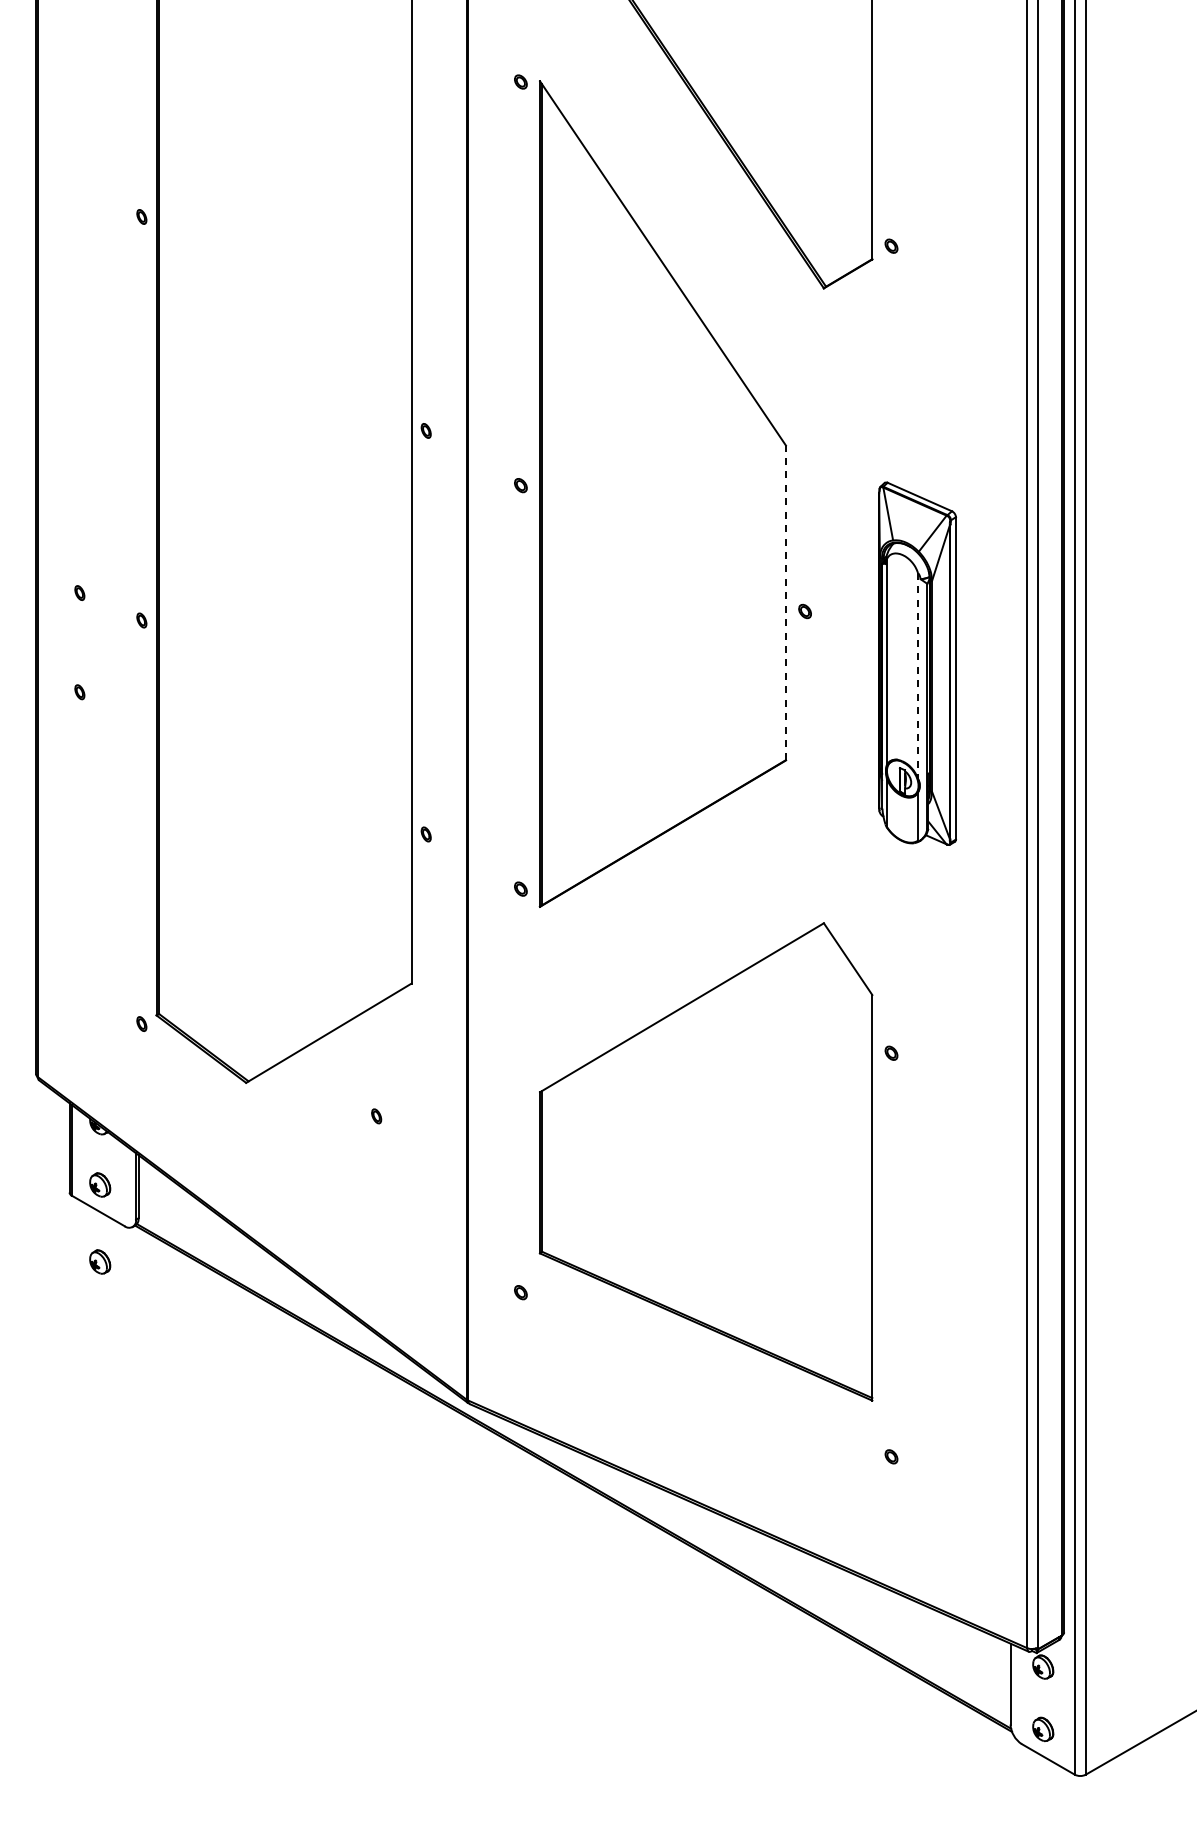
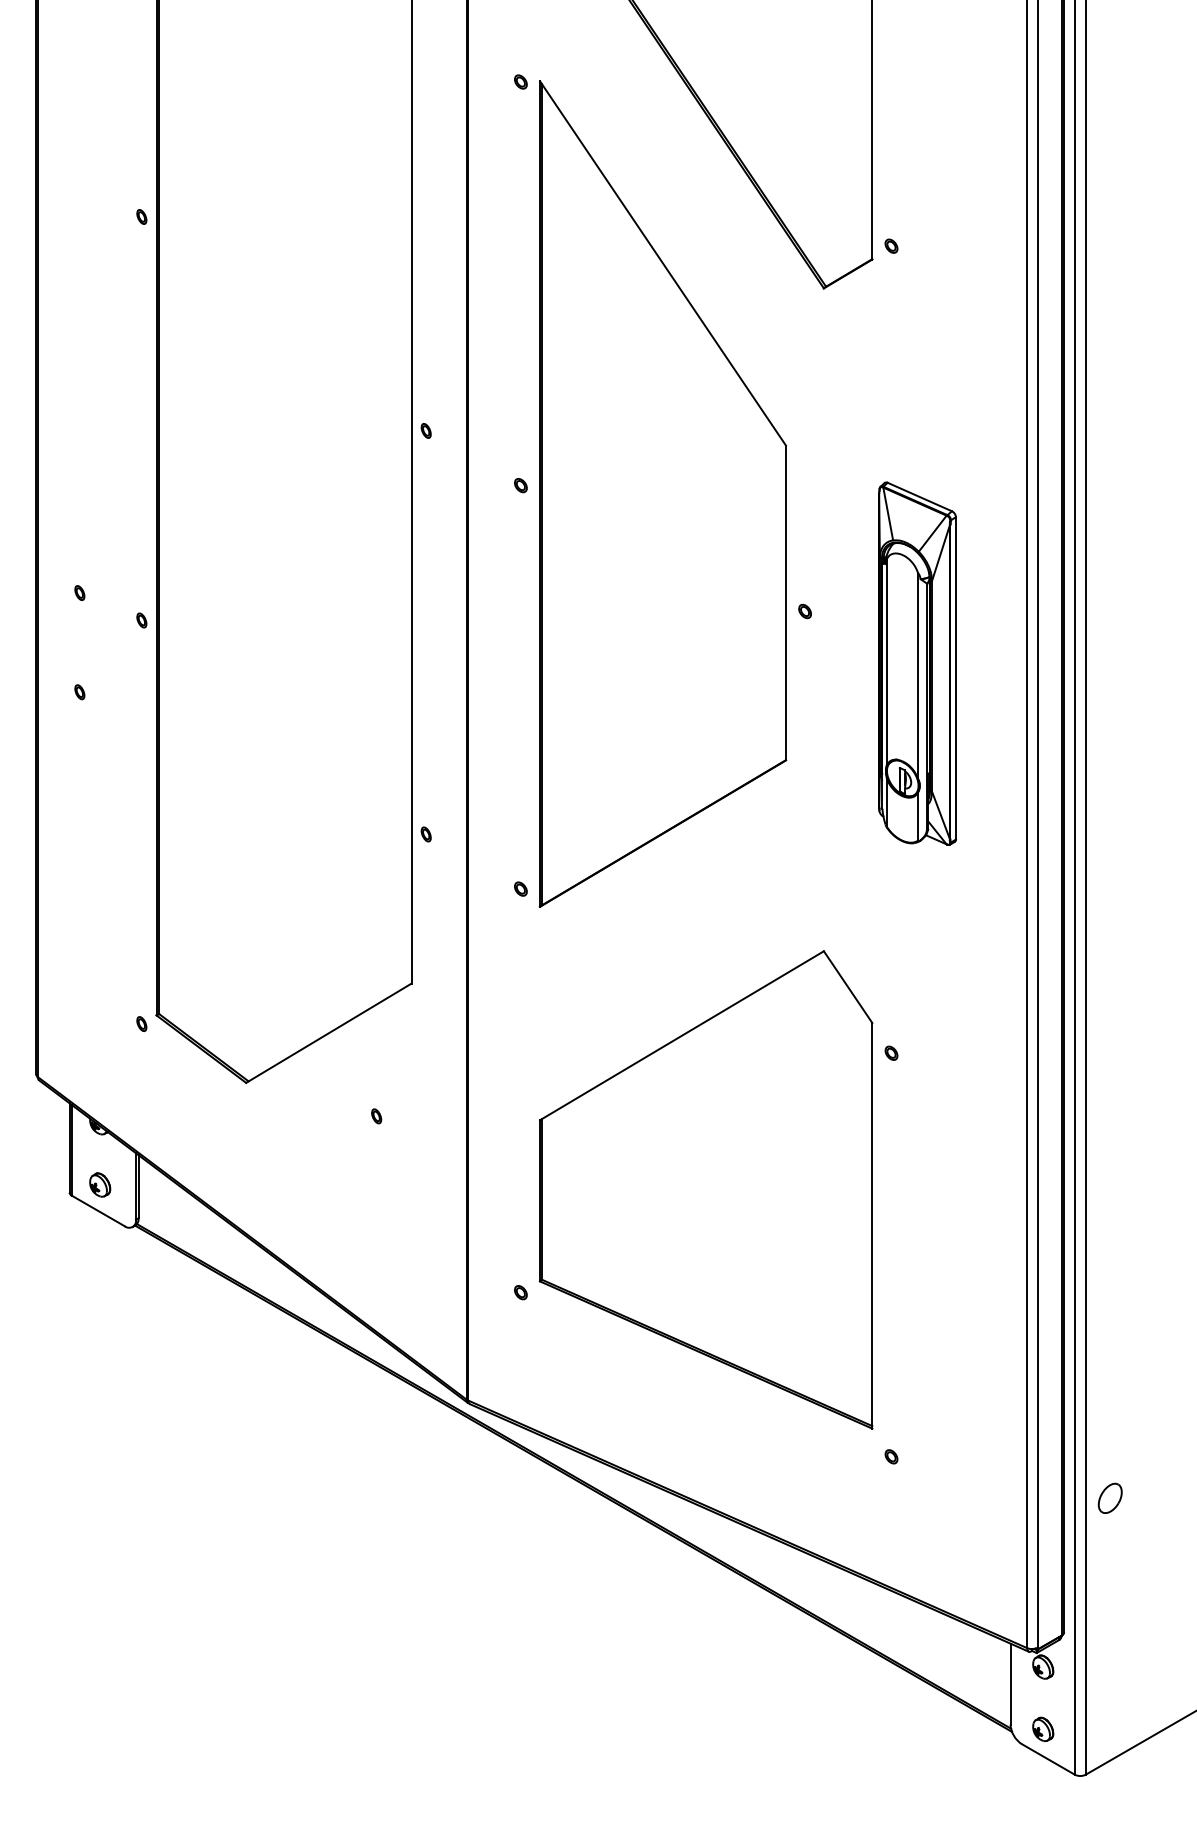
line at (785, 602): dashed -> solid
line at (917, 675): dashed -> solid
part at (705, 1161) position: (705, 1161) -> (705, 1189)
part at (100, 1261): present -> none
part at (1109, 1497): none -> present
